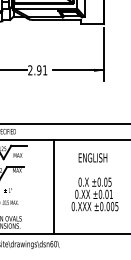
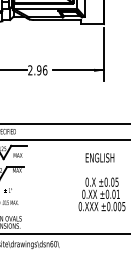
text at (45, 70): 2.91 -> 2.96
part at (94, 182) position: (94, 182) -> (101, 182)
line at (53, 186): present -> none
